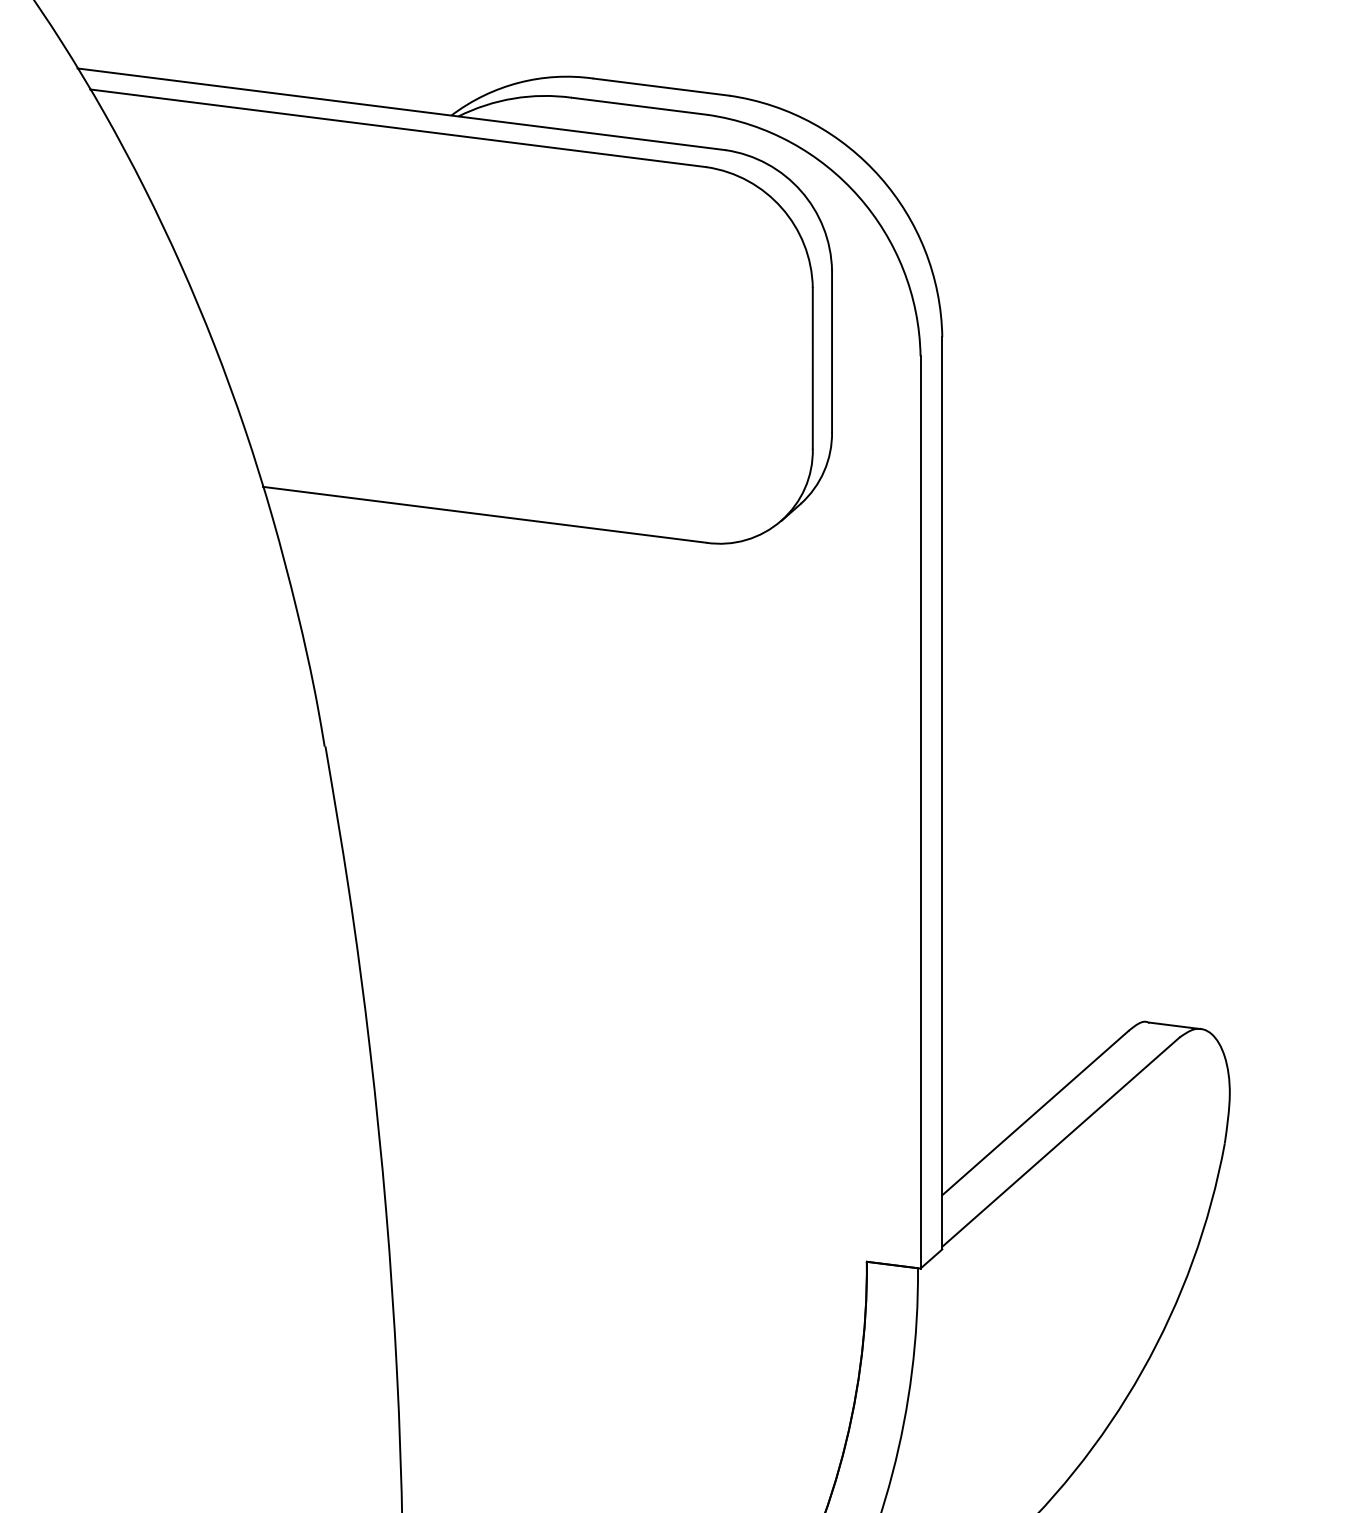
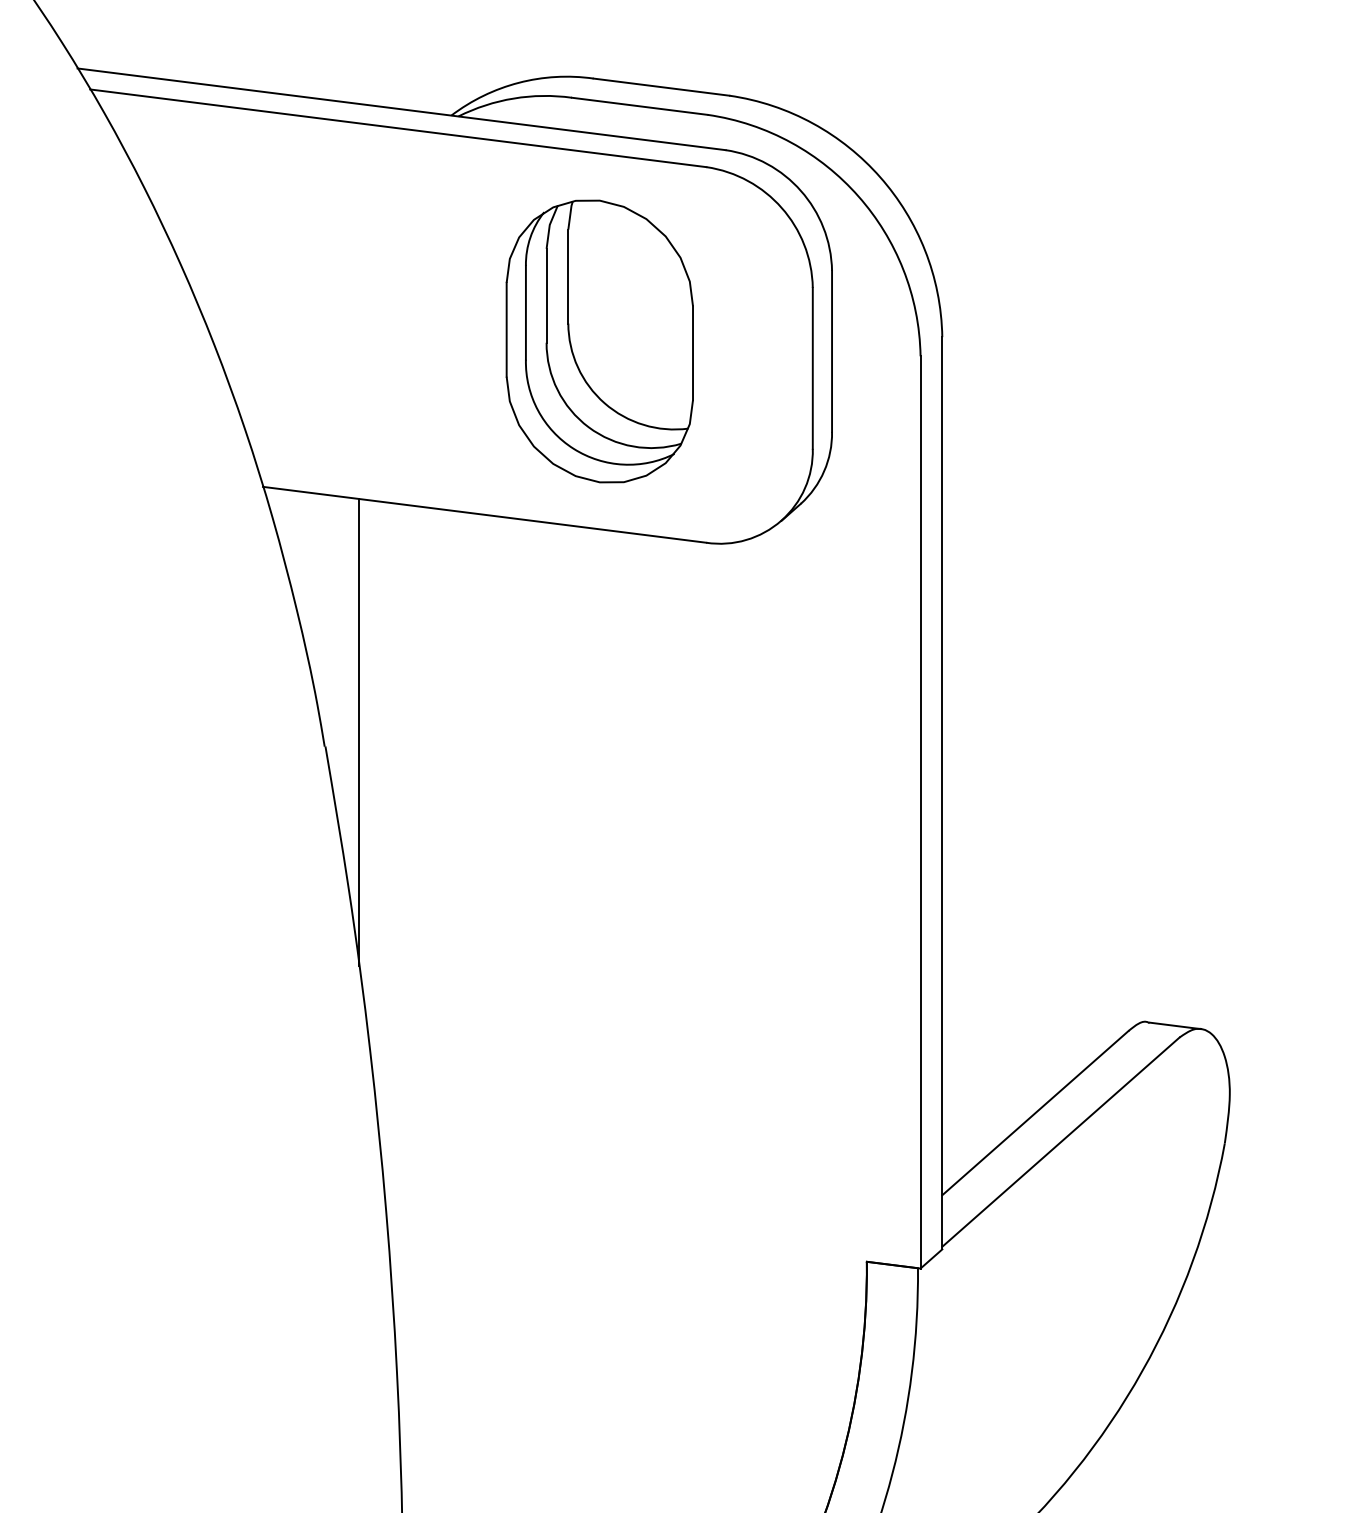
part at (599, 341): none -> present
line at (358, 731): none -> present
